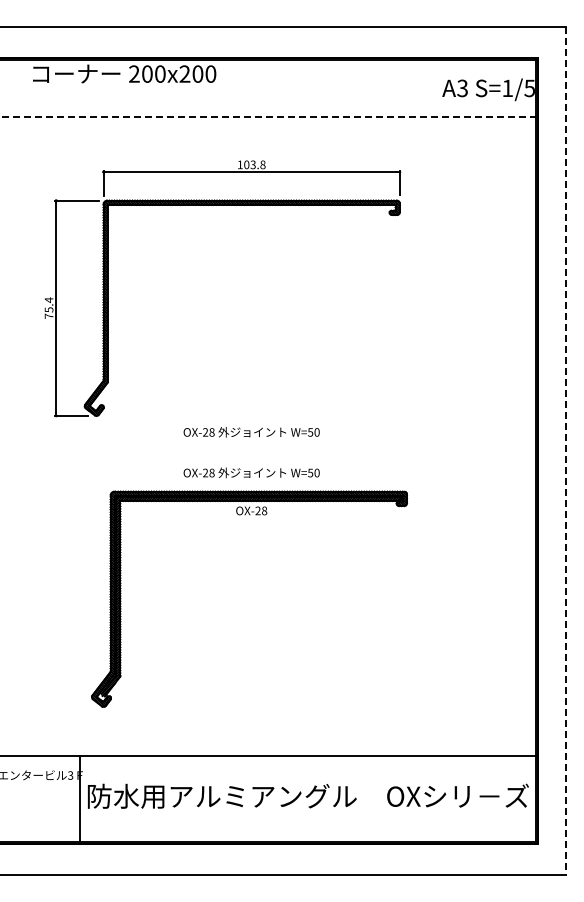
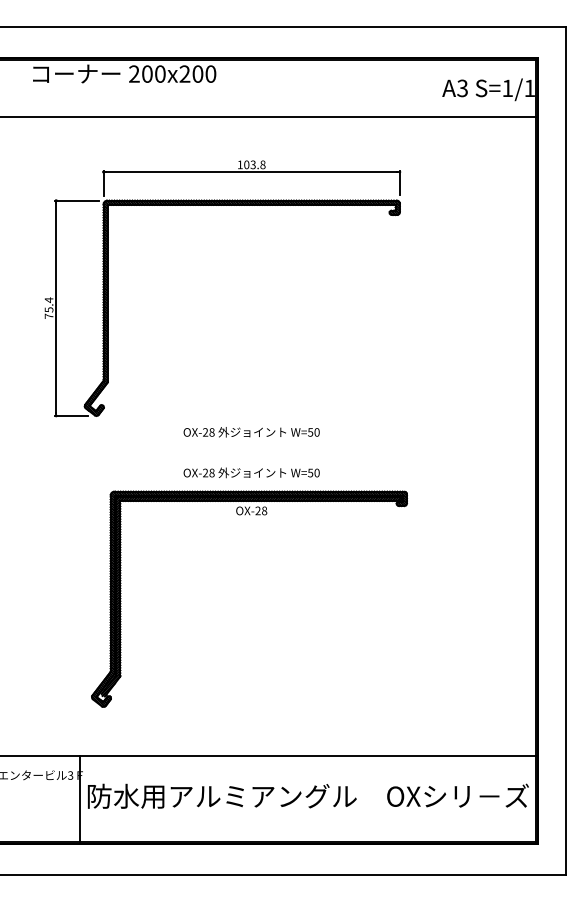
text at (529, 88): S=1/5 -> S=1/1
line at (268, 116): dashed -> solid
line at (566, 451): dashed -> solid
